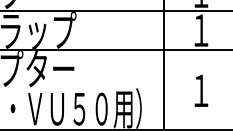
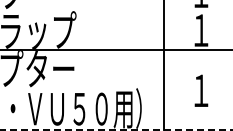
line at (115, 10): present -> none
line at (116, 129): solid -> dashed
